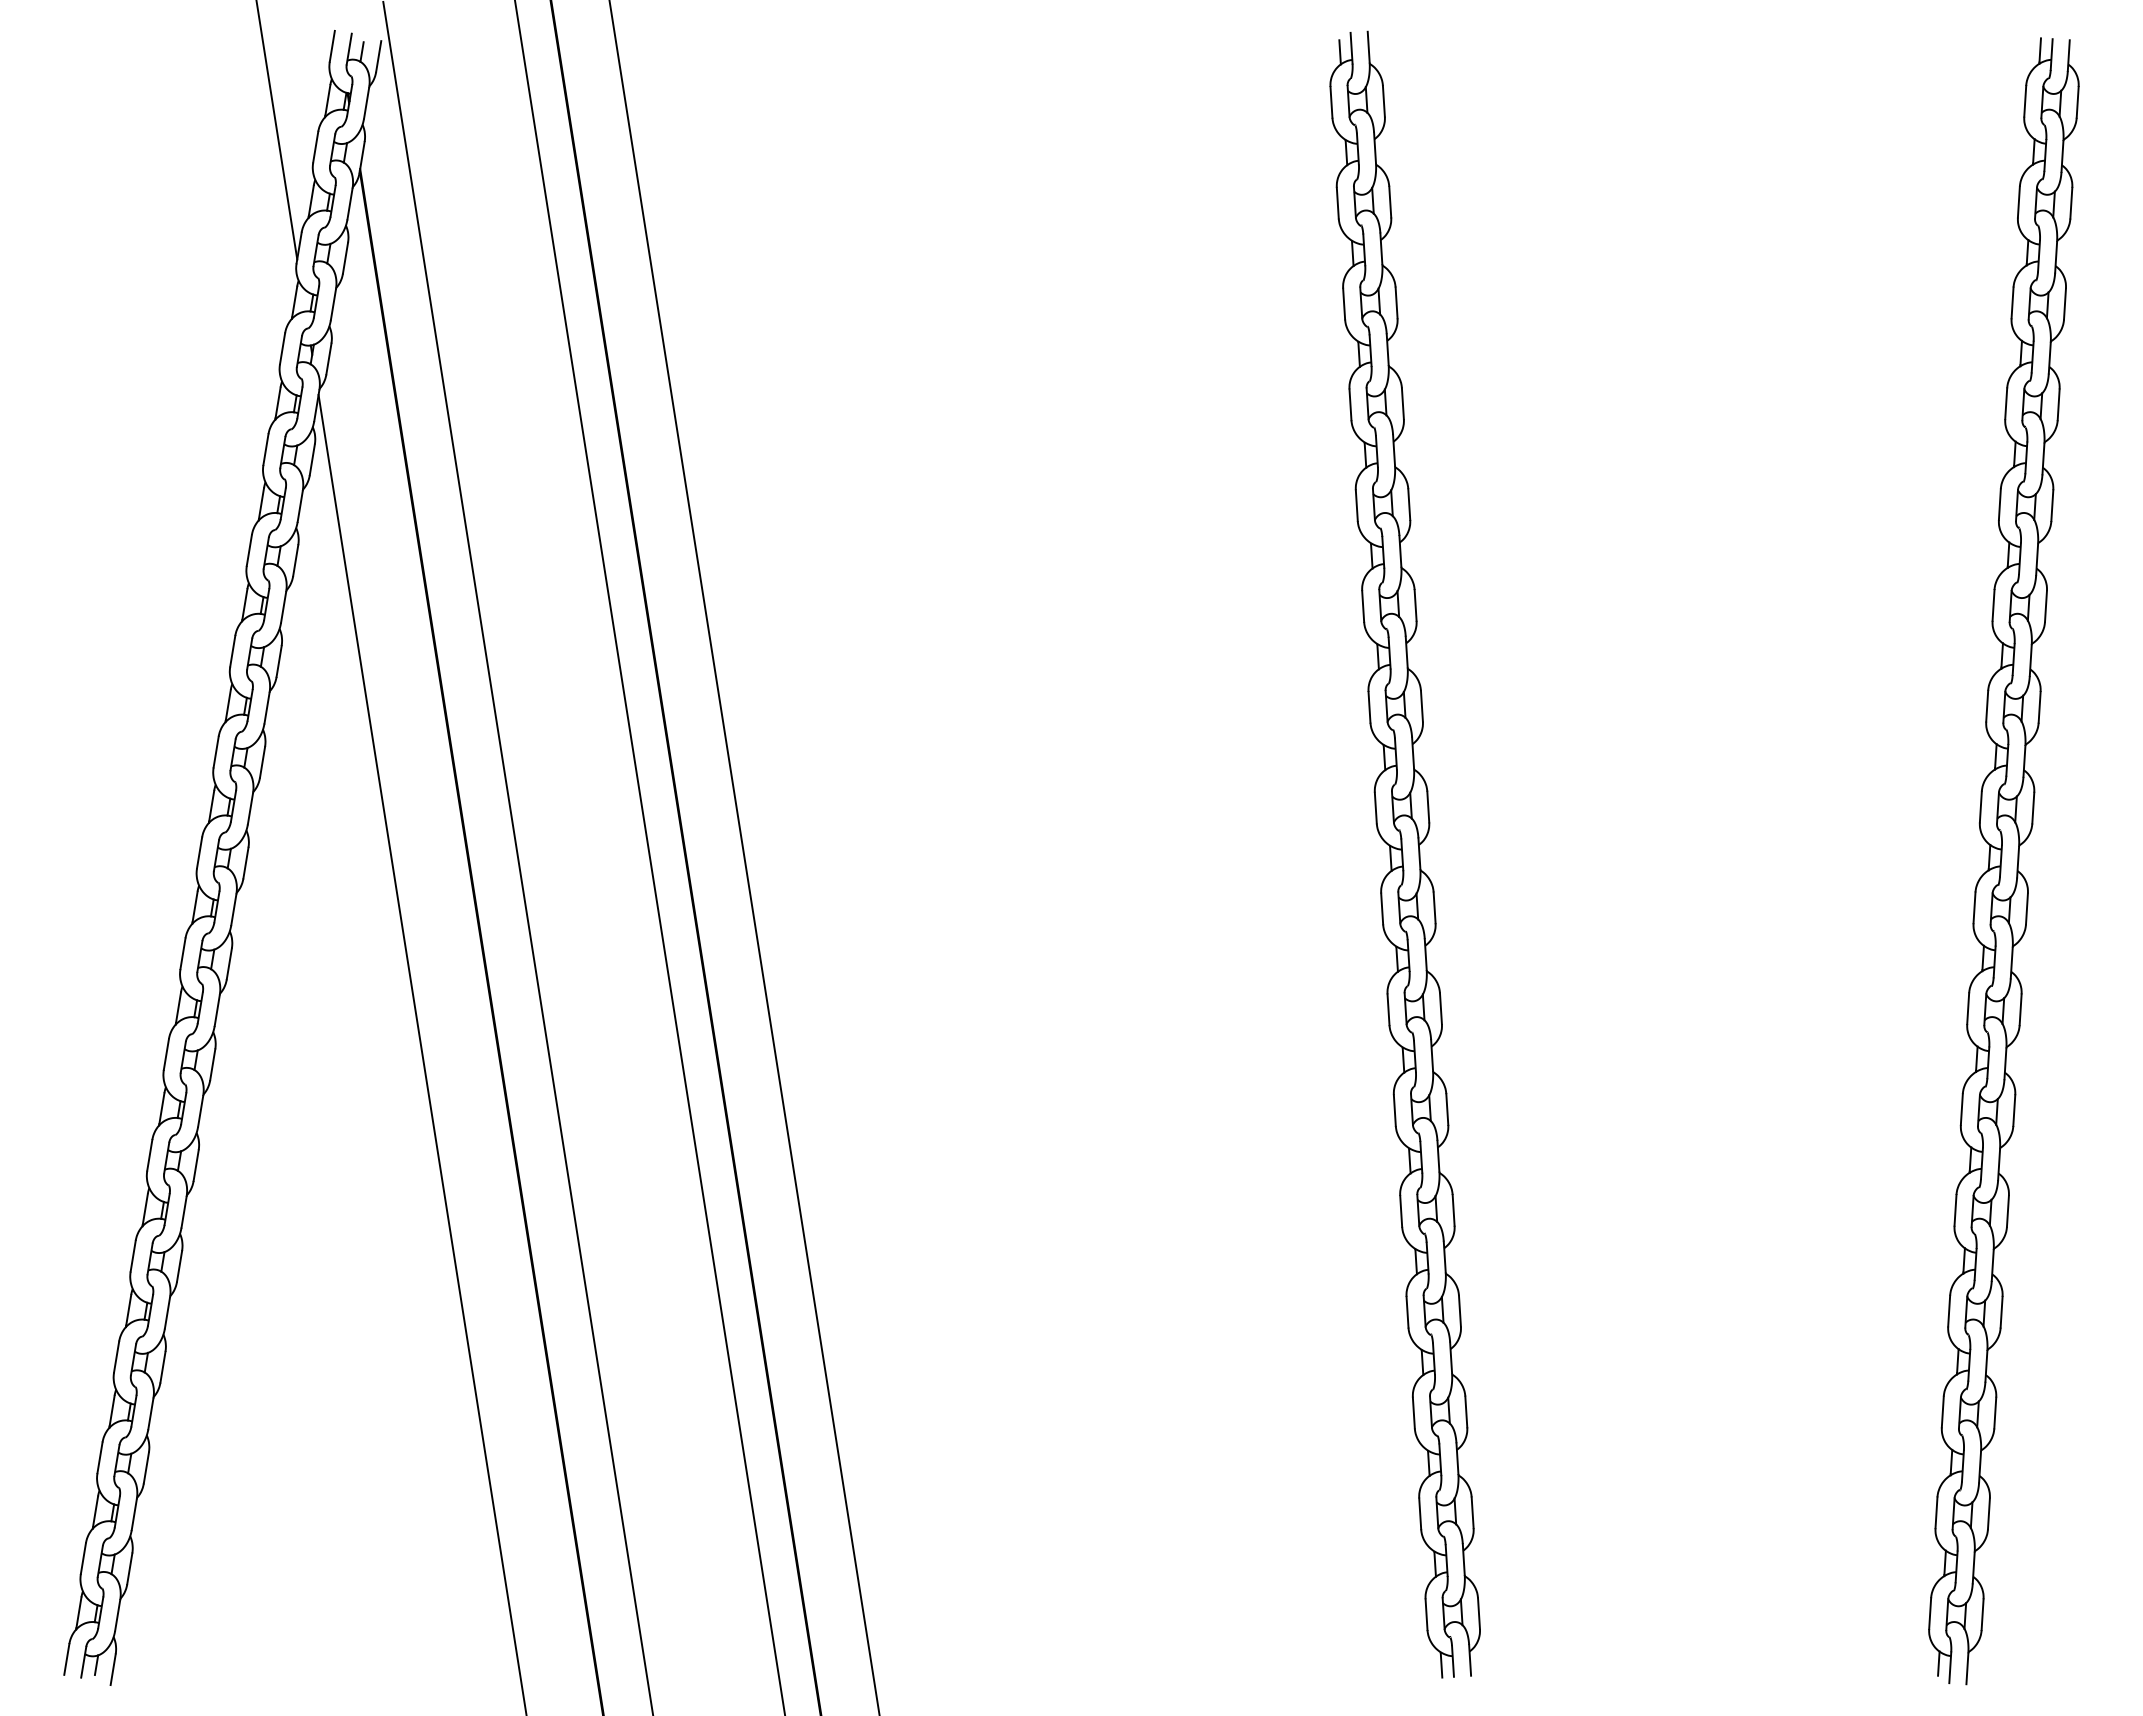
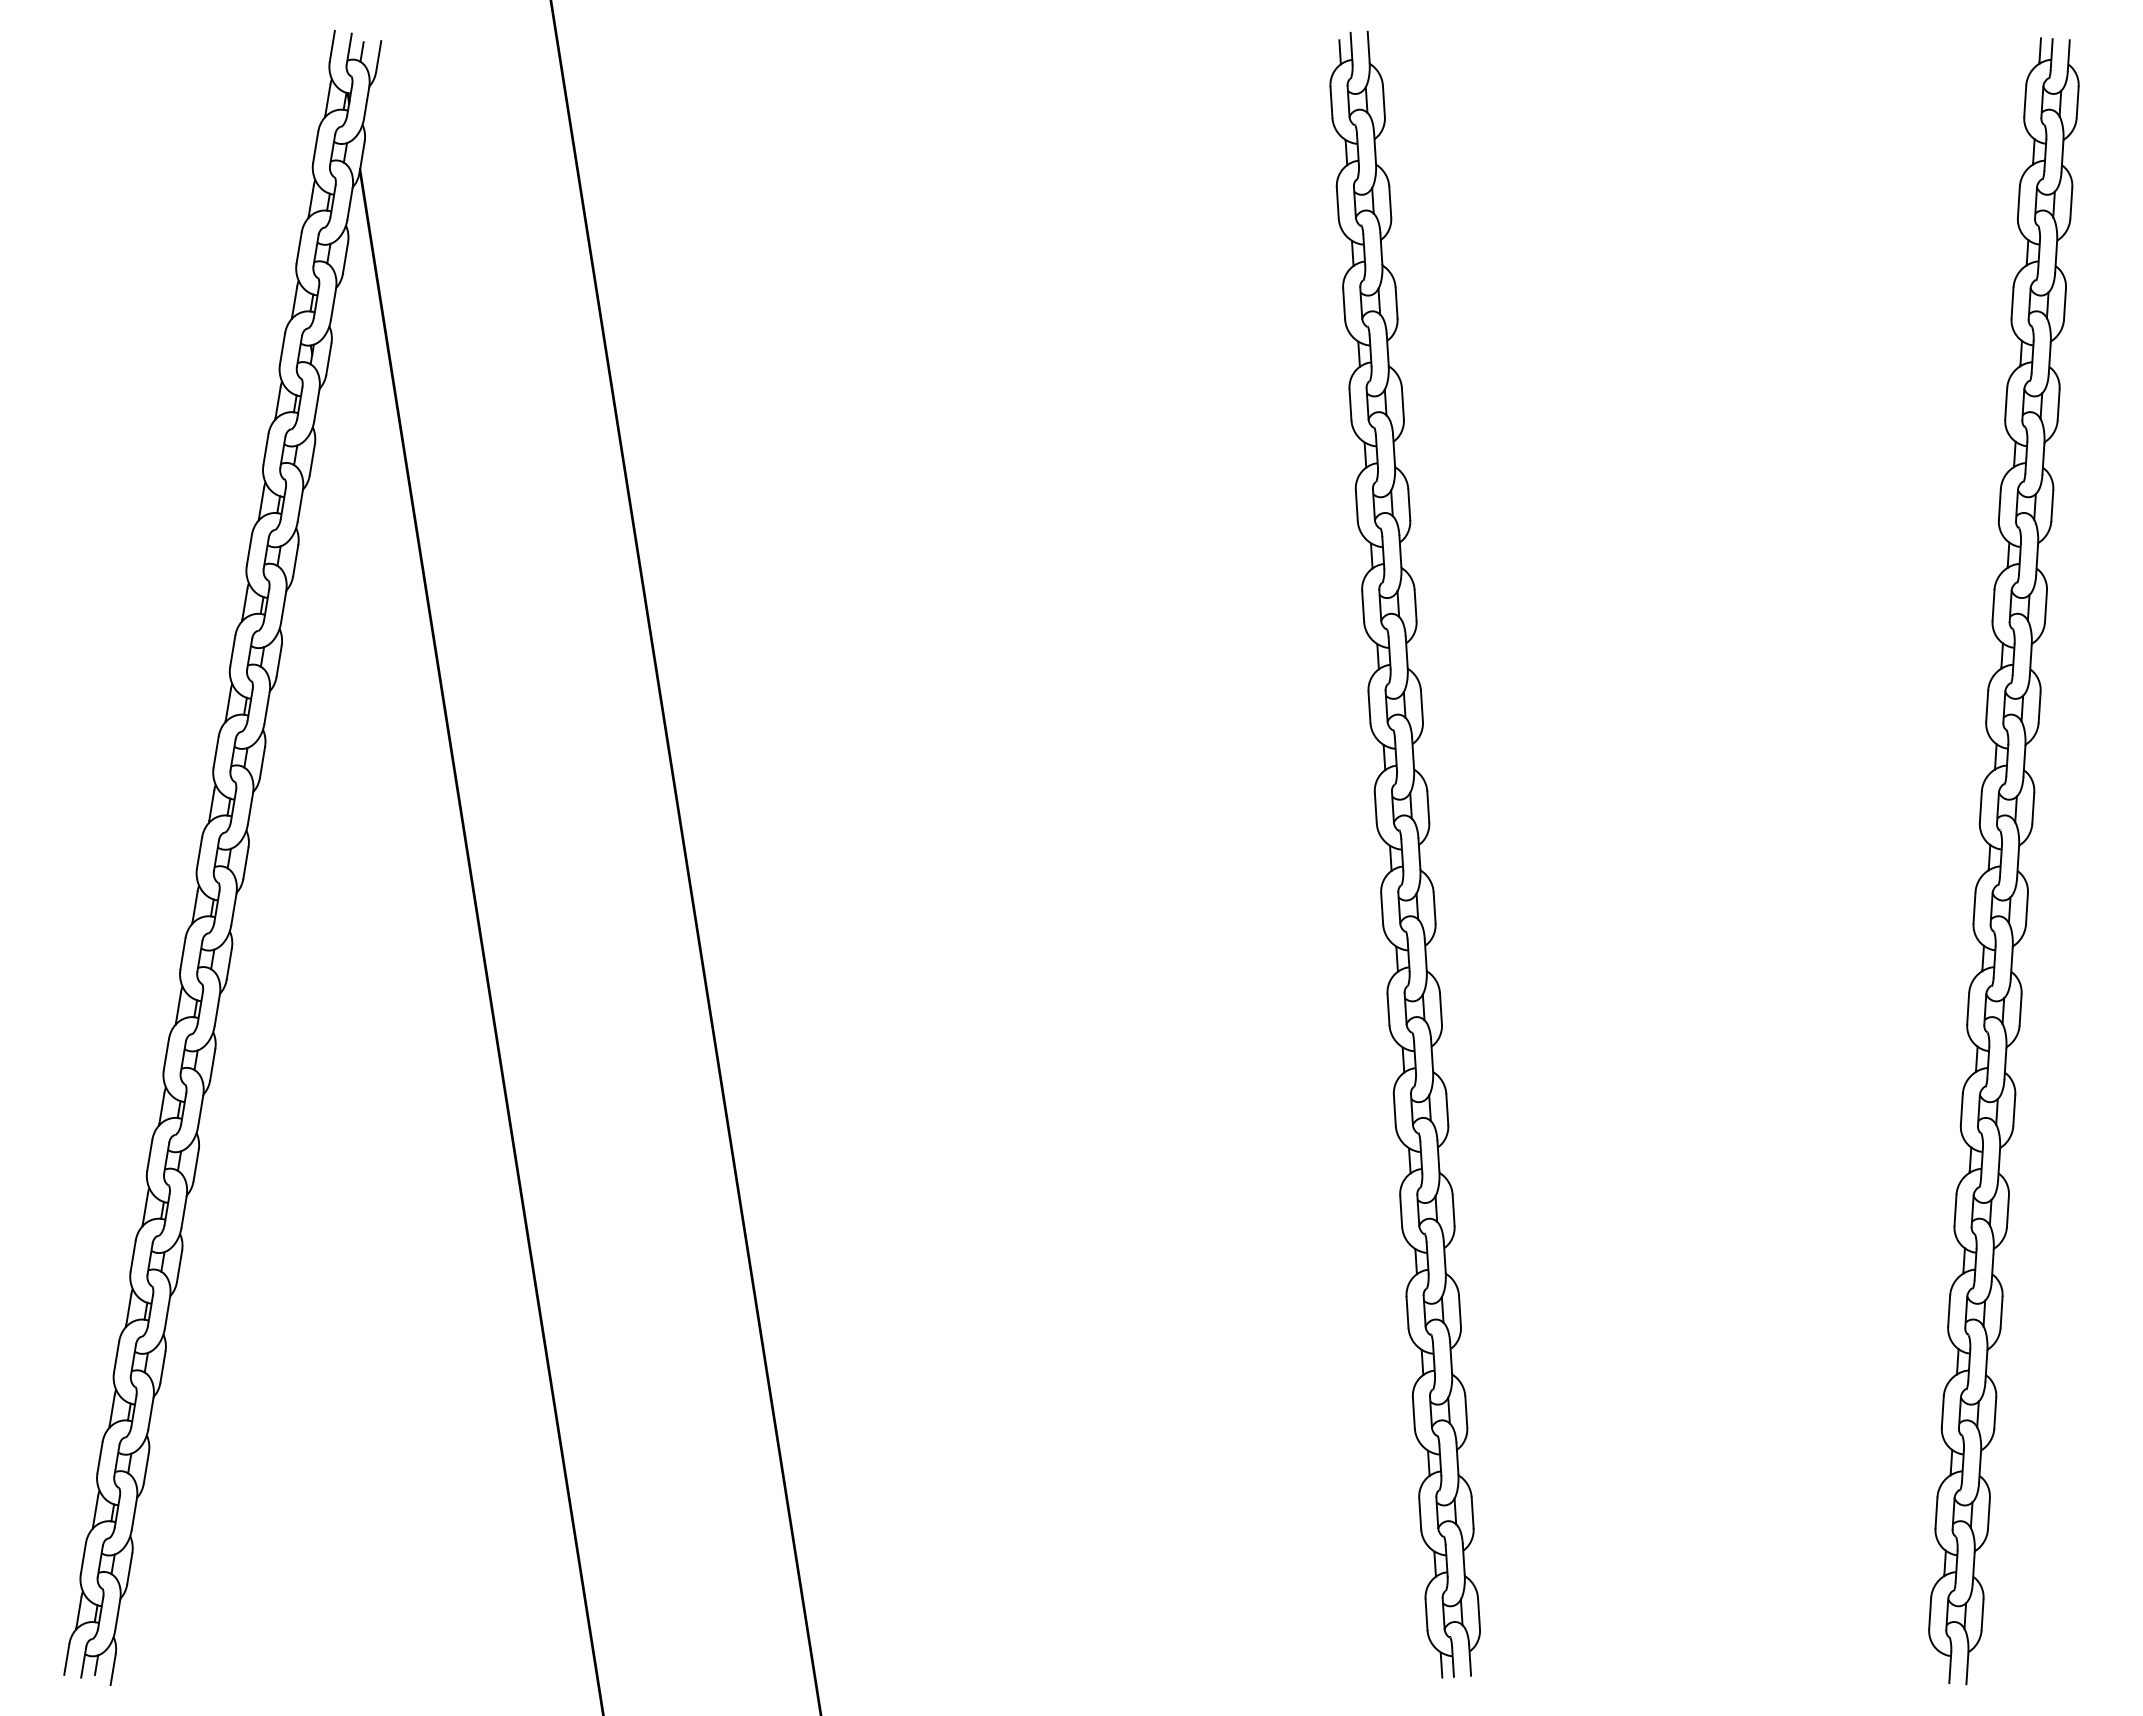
line at (276, 130): present -> none
line at (517, 857): present -> none
line at (649, 857): present -> none
line at (744, 857): present -> none
line at (422, 1053): present -> none
line at (1938, 1663): present -> none
